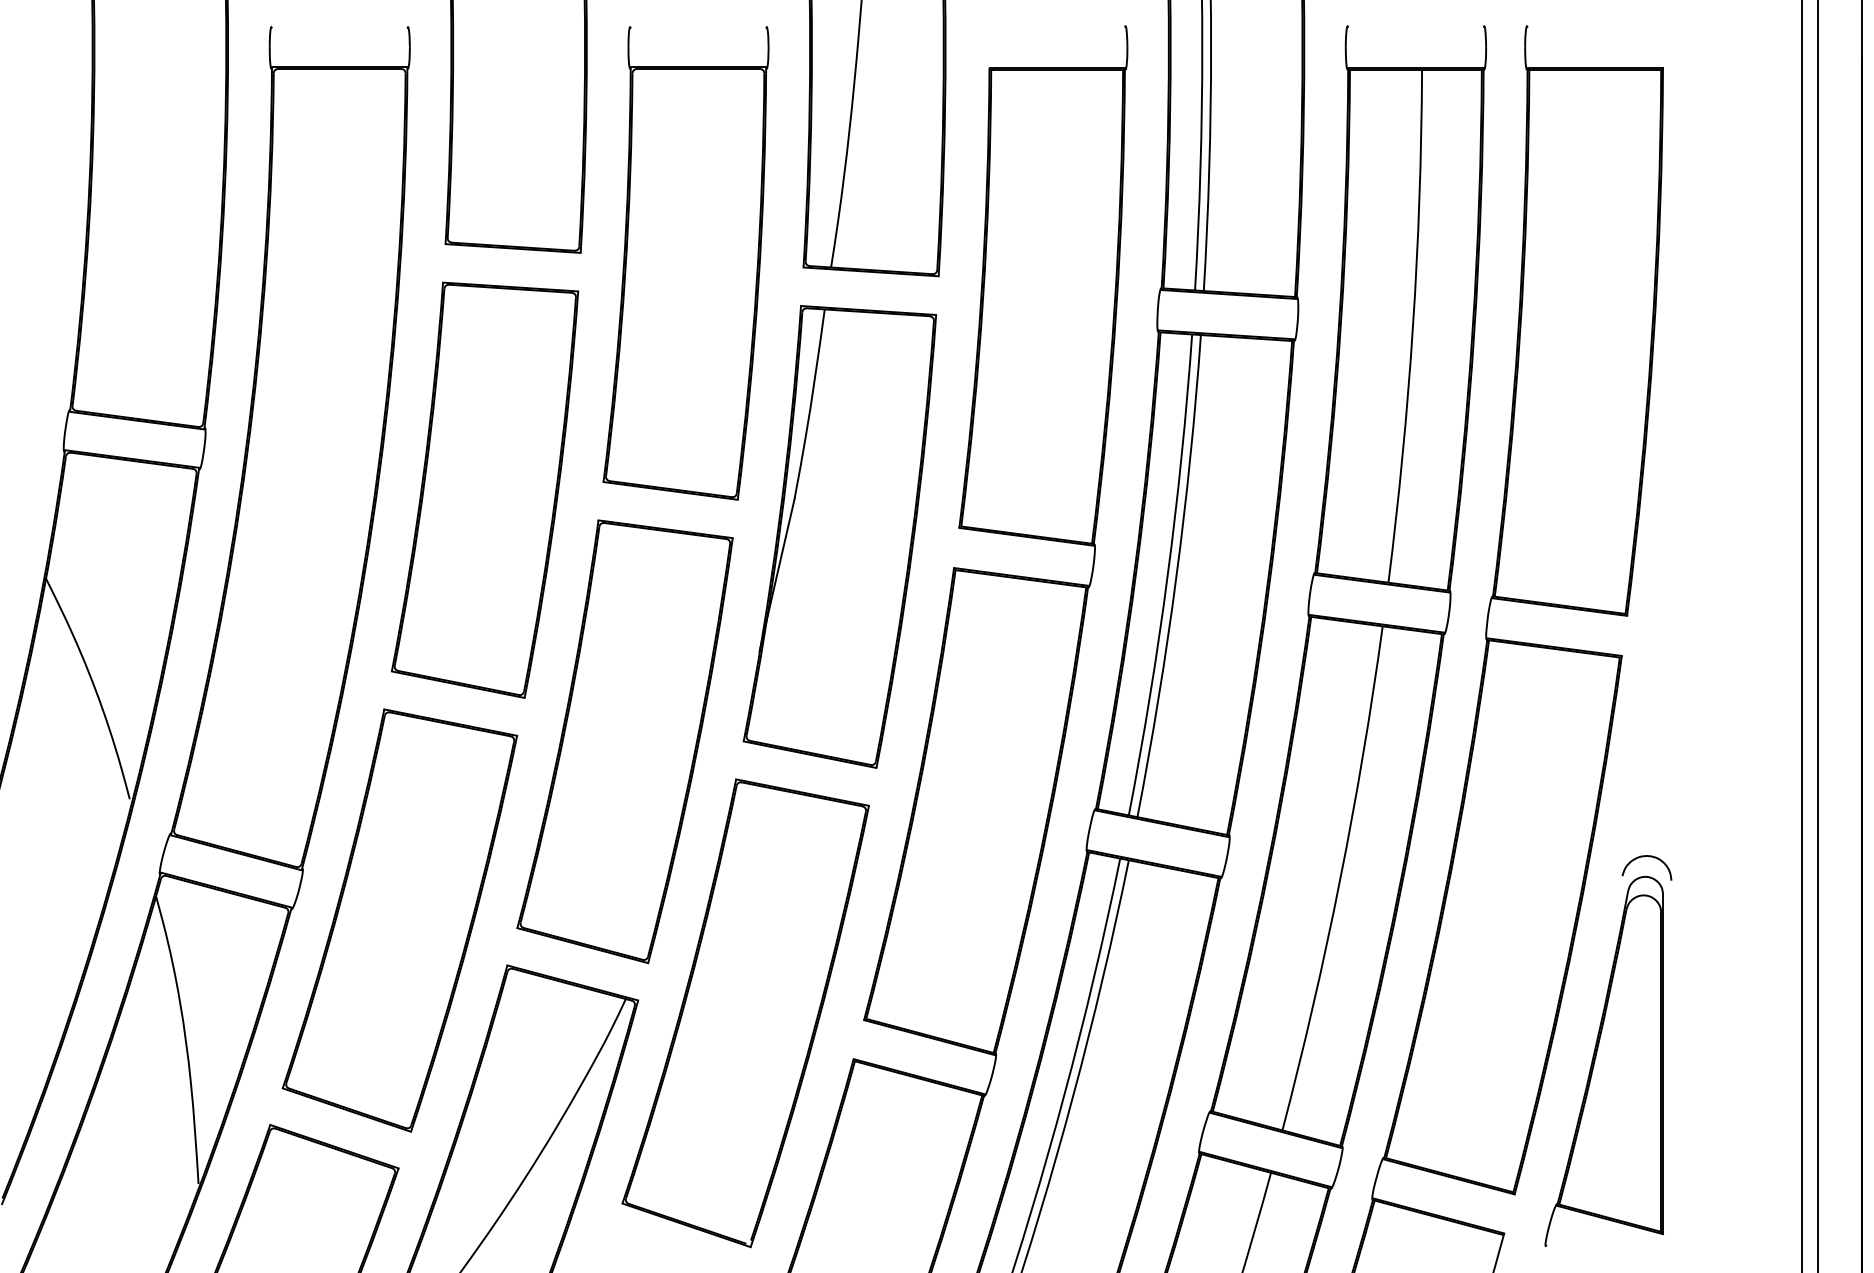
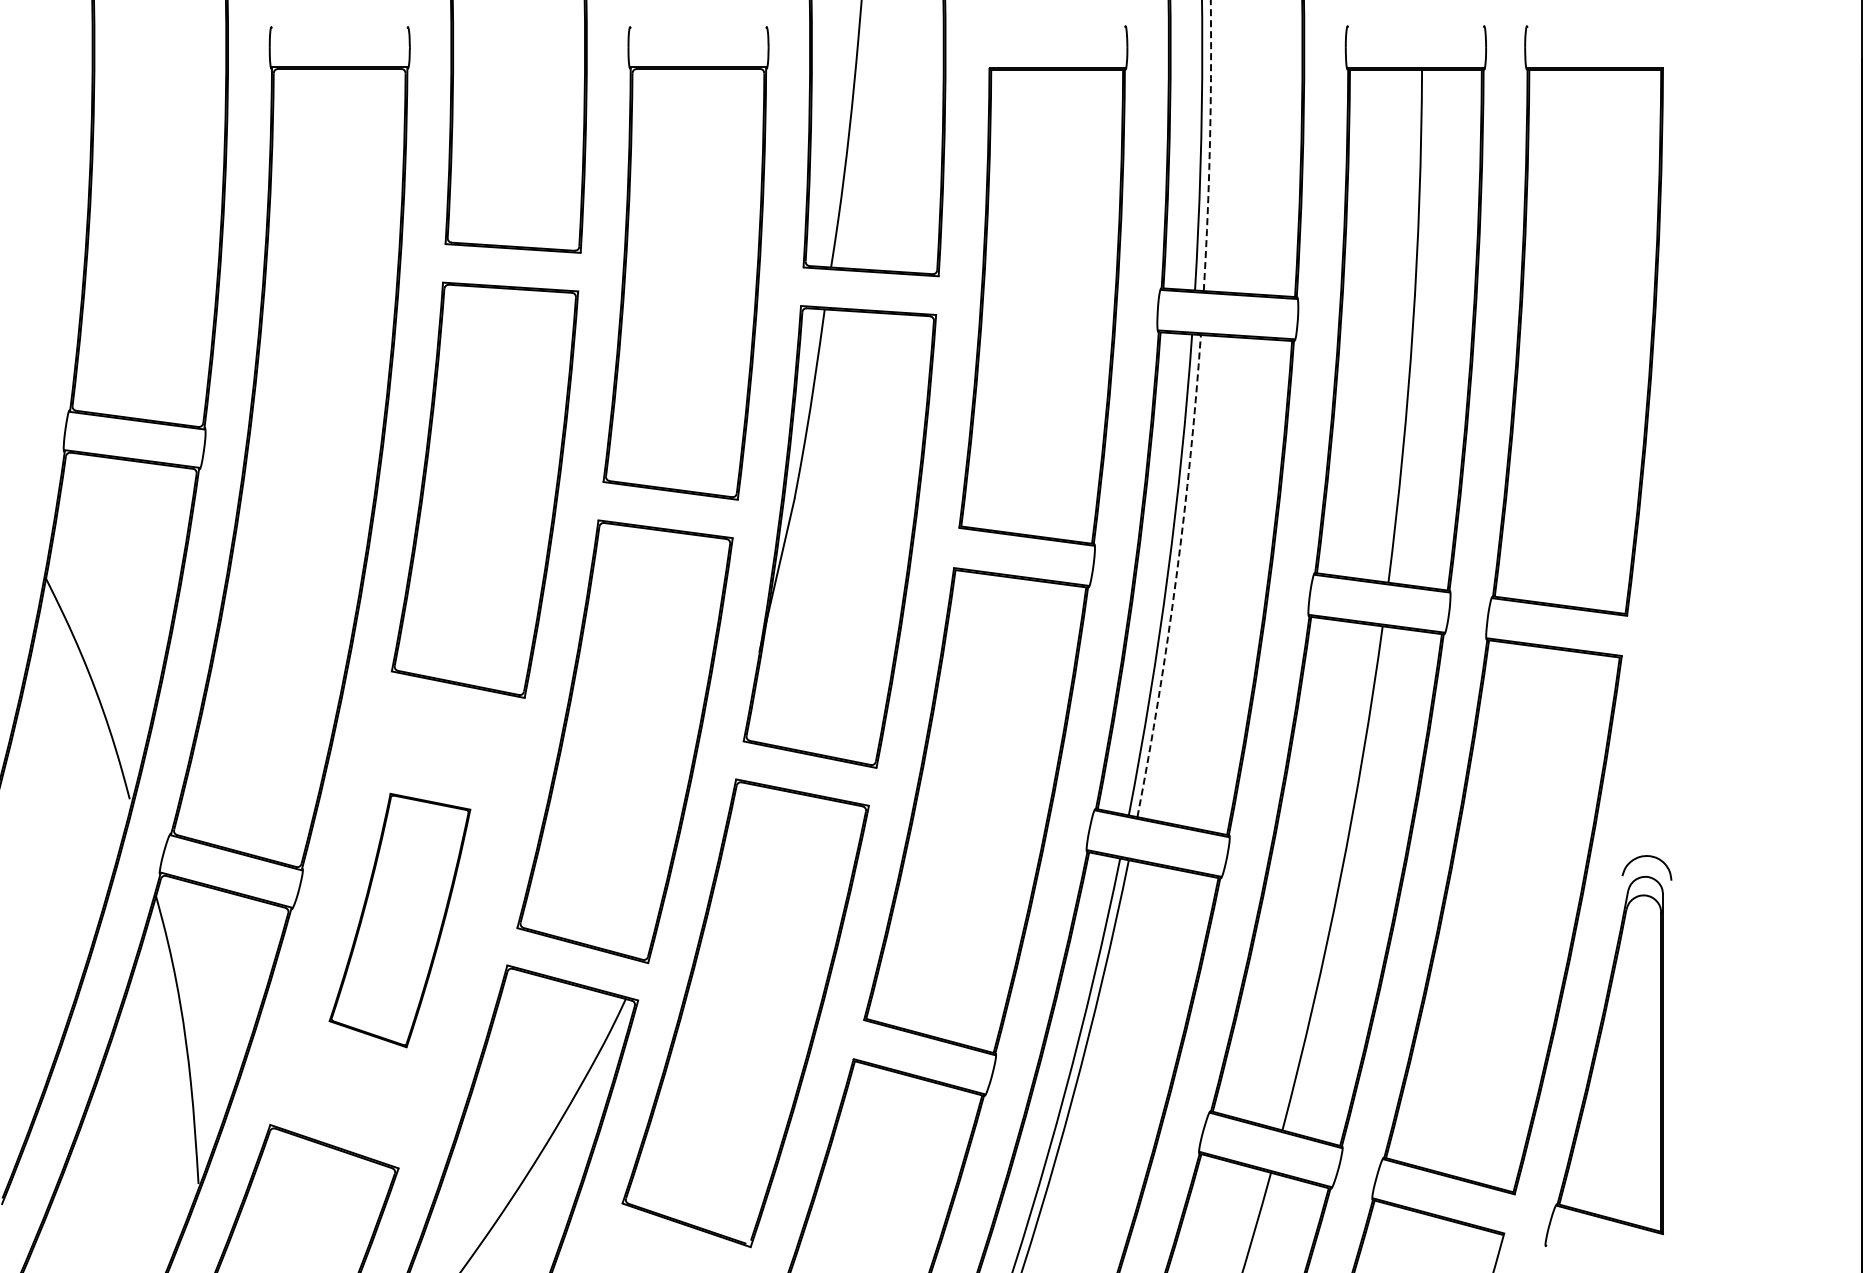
arc at (1209, 145): solid -> dashed
arc at (1176, 576): solid -> dashed
line at (1801, 635): present -> none
line at (1817, 635): present -> none
part at (399, 920) size: 238x425 px -> 144x257 px
